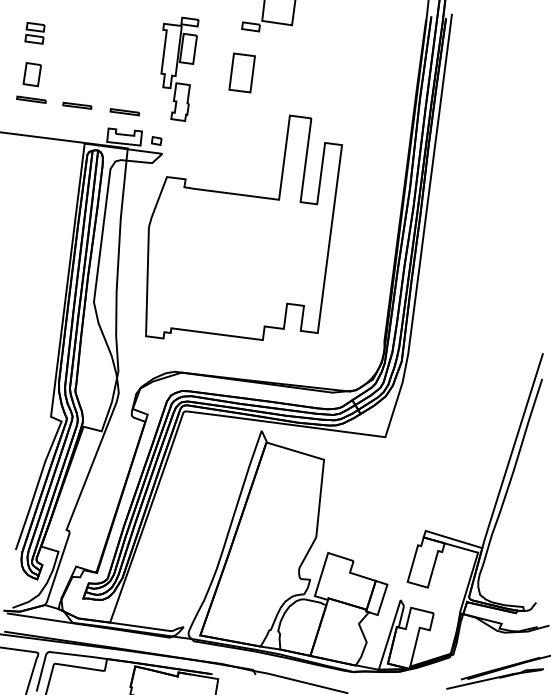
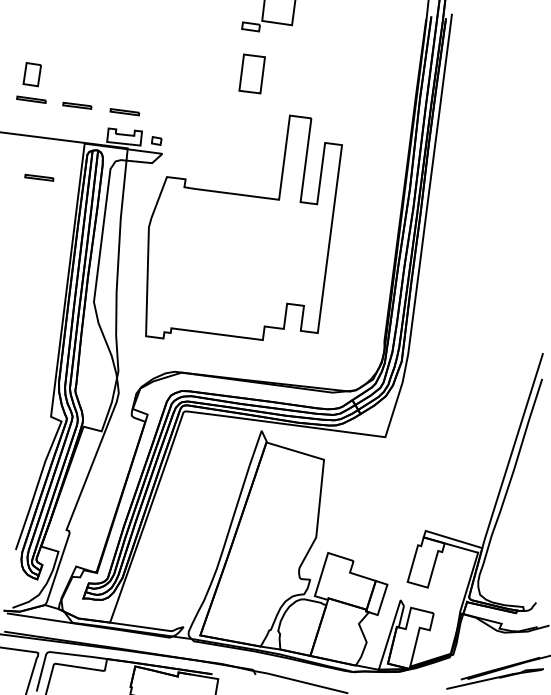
part at (34, 33): present -> none
part at (179, 68): present -> none
part at (241, 72) position: (241, 72) -> (251, 73)
part at (39, 177): none -> present
